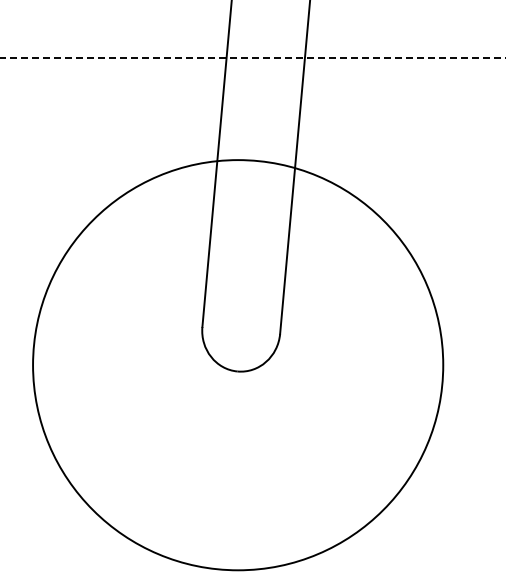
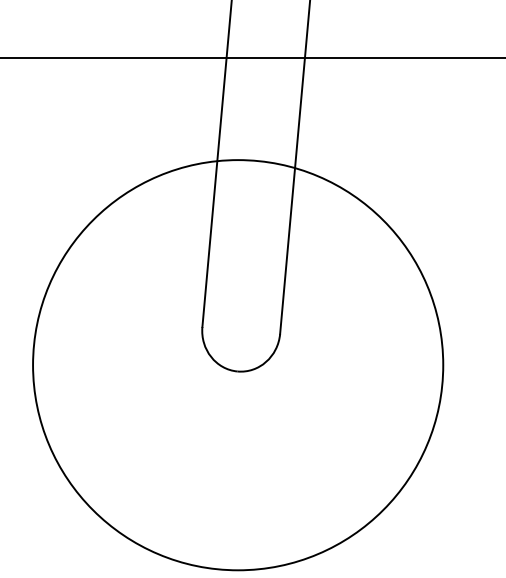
line at (252, 57): dashed -> solid
